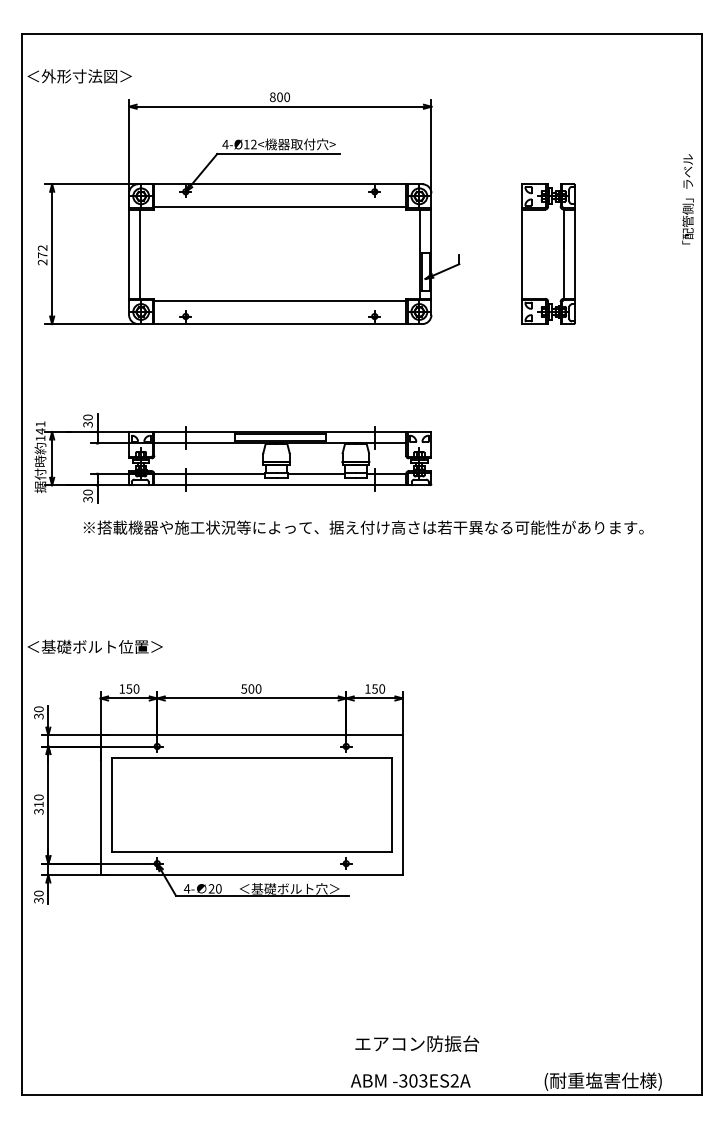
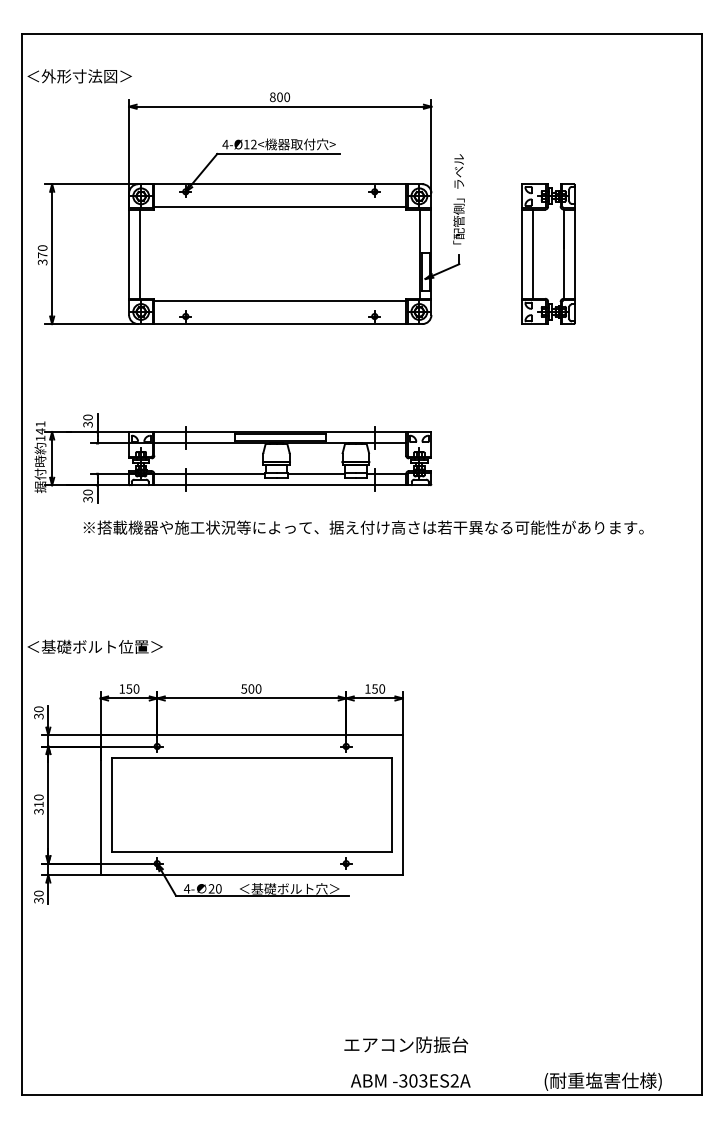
text at (687, 199) position: (687, 199) -> (458, 199)
line at (533, 253): none -> present
text at (42, 255): 272 -> 370
text at (417, 1043) position: (417, 1043) -> (406, 1044)
